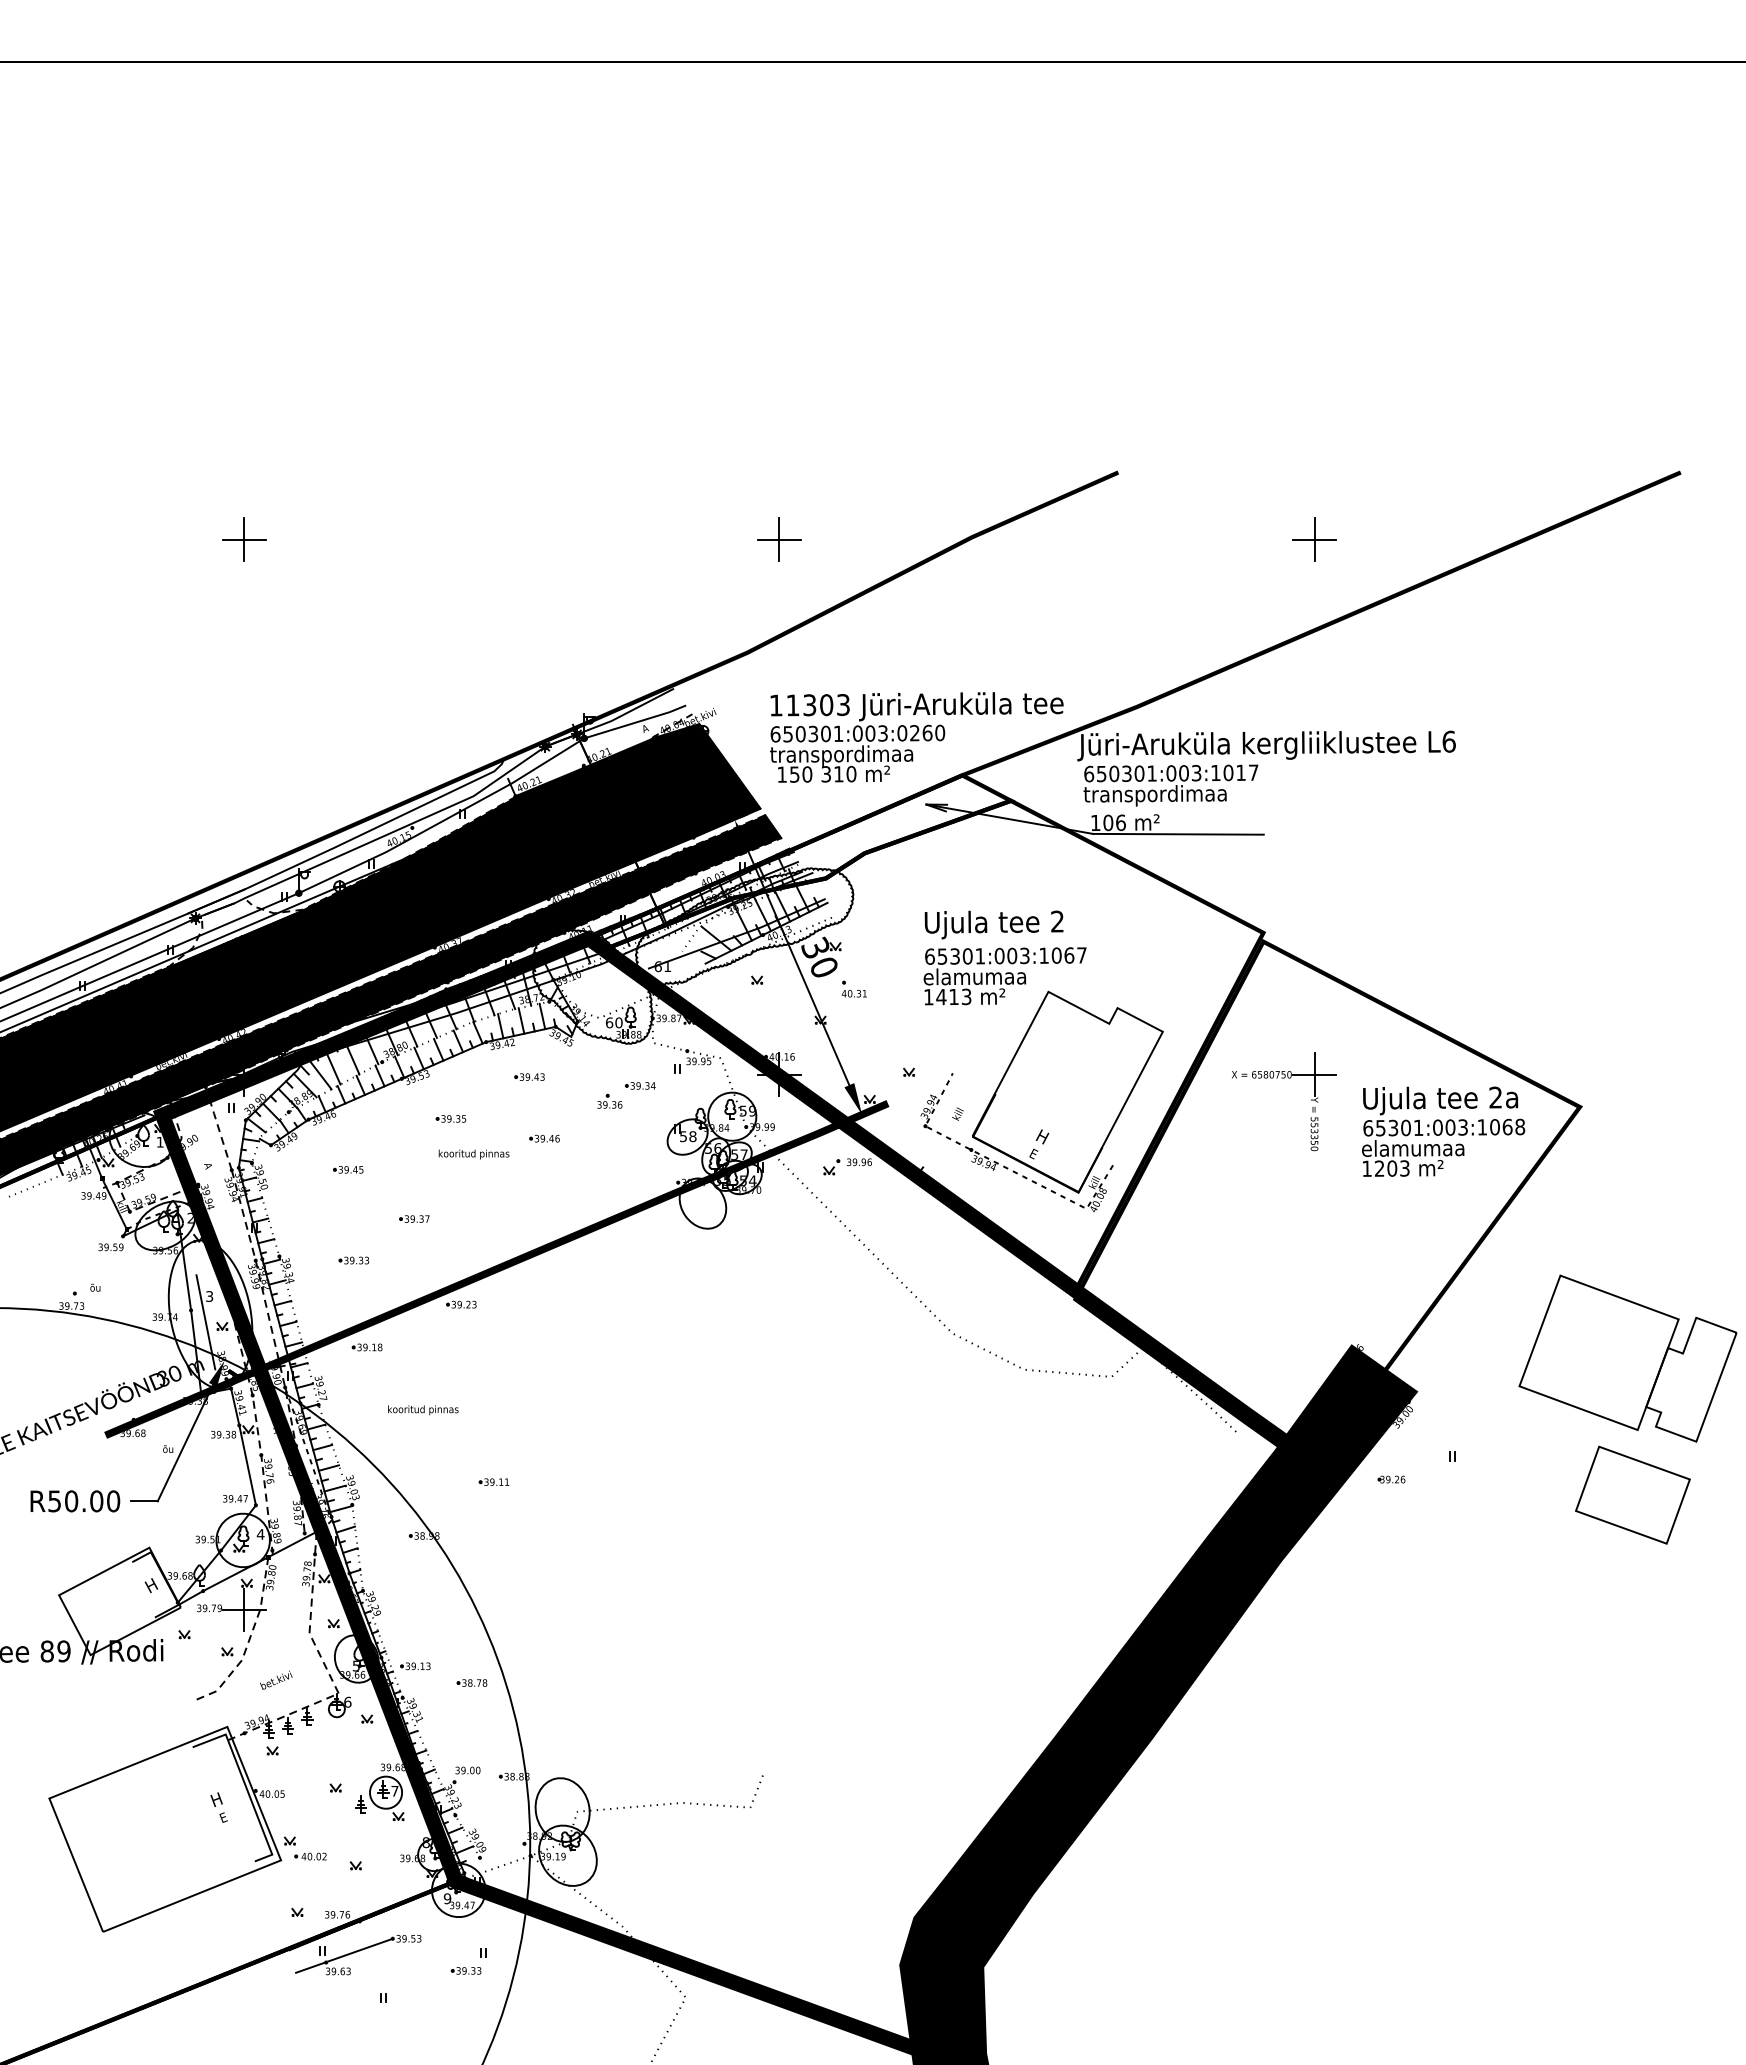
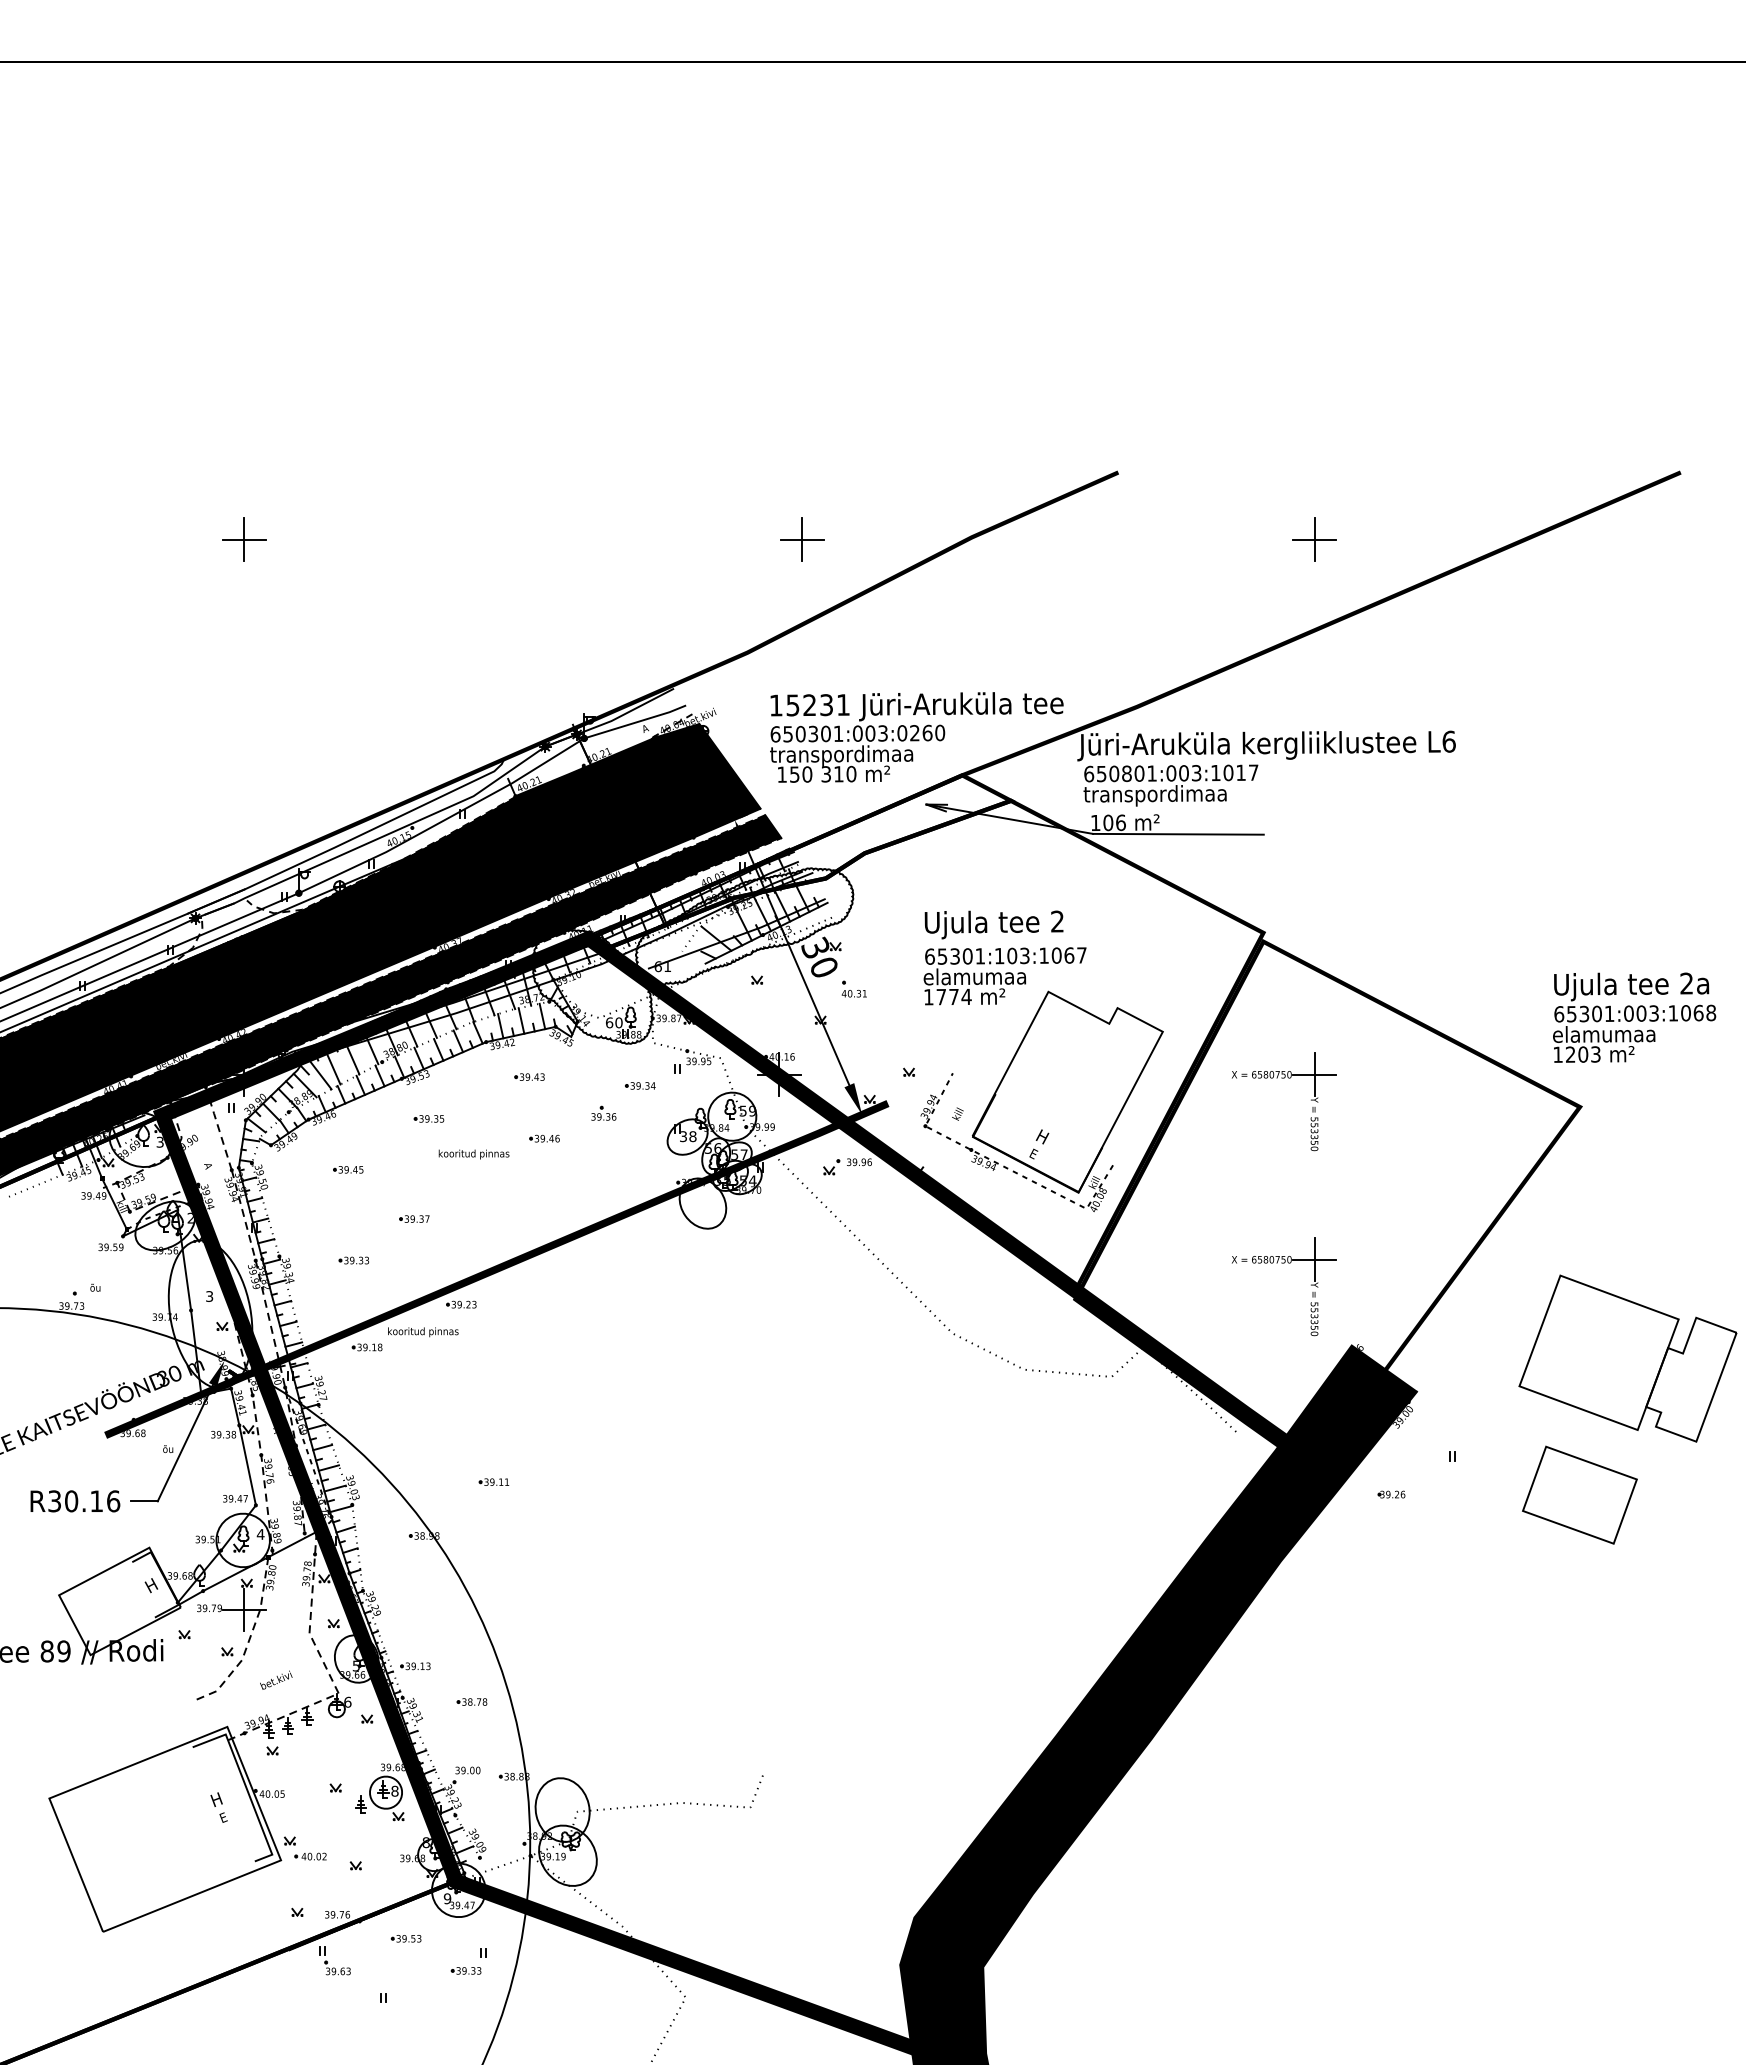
part at (779, 539) position: (779, 539) -> (802, 539)
text at (817, 705): 11303 -> 15231
text at (1126, 773): 650301:003:1017 -> 650801:003:1017
text at (999, 955): 65301:003:1067 -> 65301:103:1067
text at (953, 996): 1413 -> 1774
part at (609, 1100) position: (609, 1100) -> (603, 1112)
part at (450, 1118) position: (450, 1118) -> (428, 1118)
text at (1443, 1131) position: (1443, 1131) -> (1634, 1017)
text at (683, 1136): 58 -> 38
text at (159, 1141): 1 -> 3
part at (1283, 1263): none -> present
line at (205, 1322): present -> none
text at (423, 1410) position: (423, 1410) -> (423, 1332)
part at (1391, 1479) position: (1391, 1479) -> (1391, 1494)
part at (1632, 1494) position: (1632, 1494) -> (1579, 1494)
text at (84, 1501): R50.00 -> R30.16
part at (471, 1682) position: (471, 1682) -> (471, 1701)
text at (394, 1790): 7 -> 8
line at (344, 1955): present -> none
